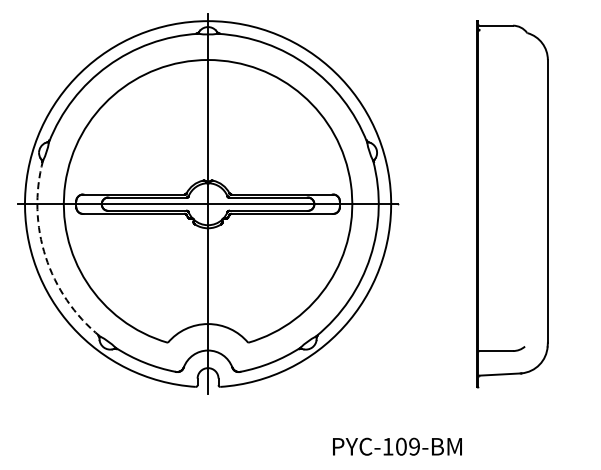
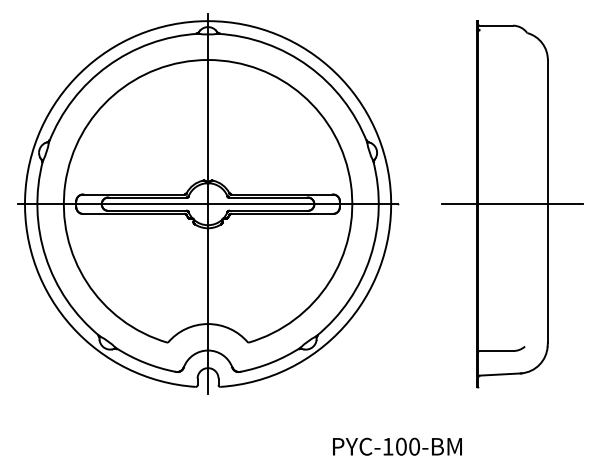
line at (511, 204): none -> present
arc at (45, 256): dashed -> solid
text at (414, 446): PYC-109-BM -> PYC-100-BM
